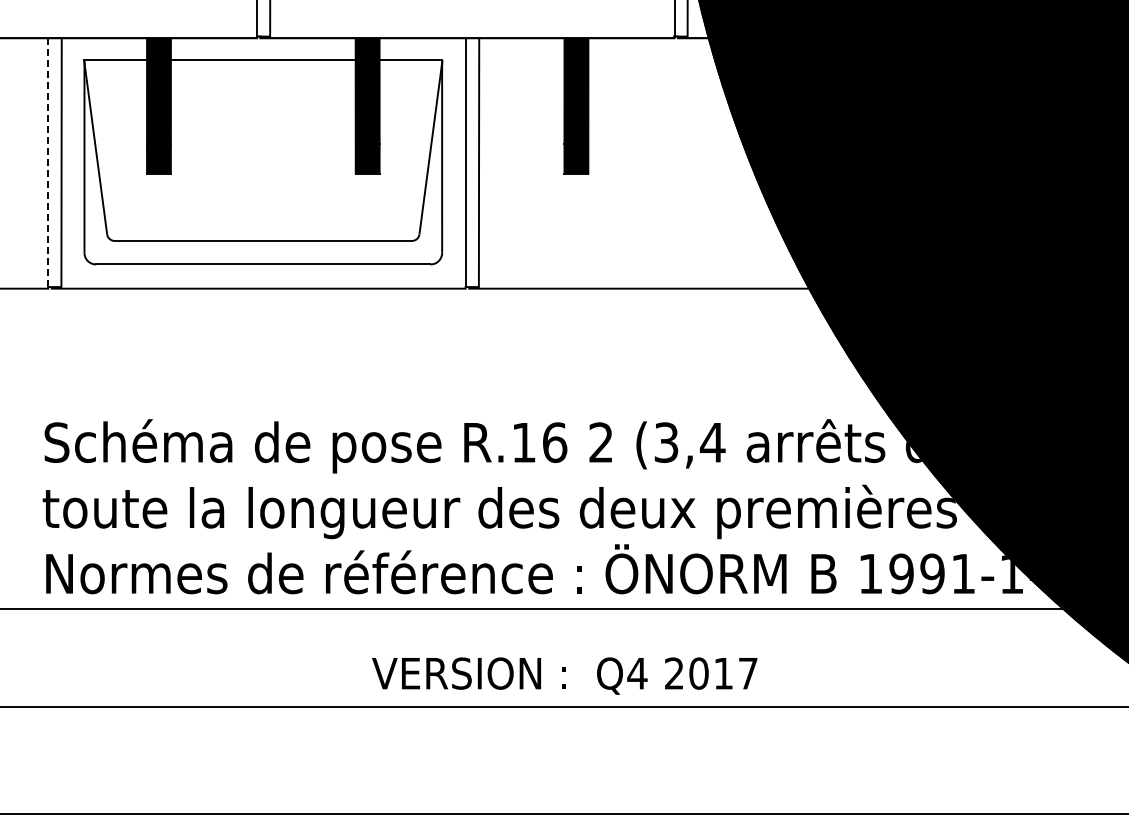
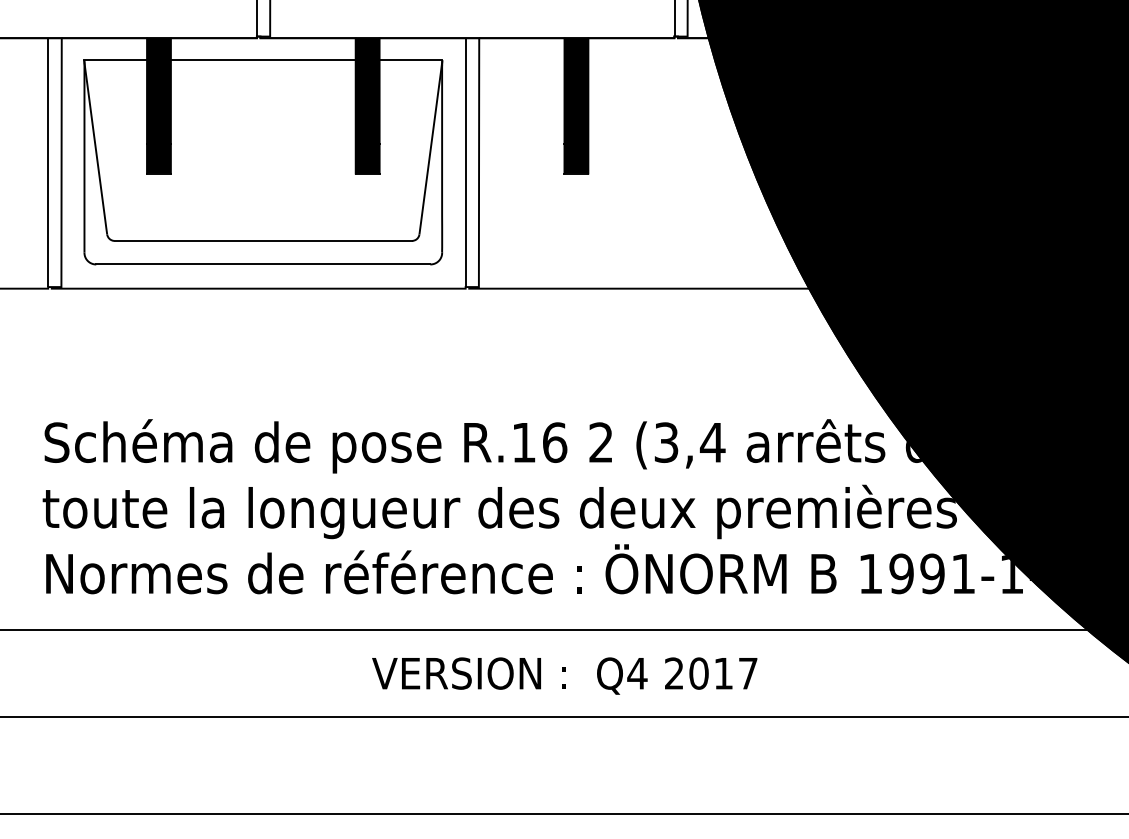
line at (48, 163): dashed -> solid
line at (563, 609) position: (563, 609) -> (563, 630)
line at (563, 706) position: (563, 706) -> (563, 716)
